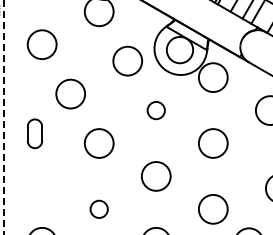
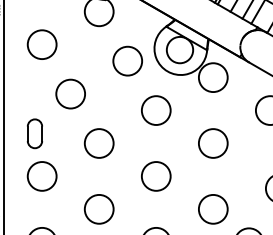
circle at (155, 110) diameter: 17 px -> 29 px
line at (4, 117): dashed -> solid
circle at (41, 176): none -> present
circle at (98, 208) diameter: 17 px -> 29 px
